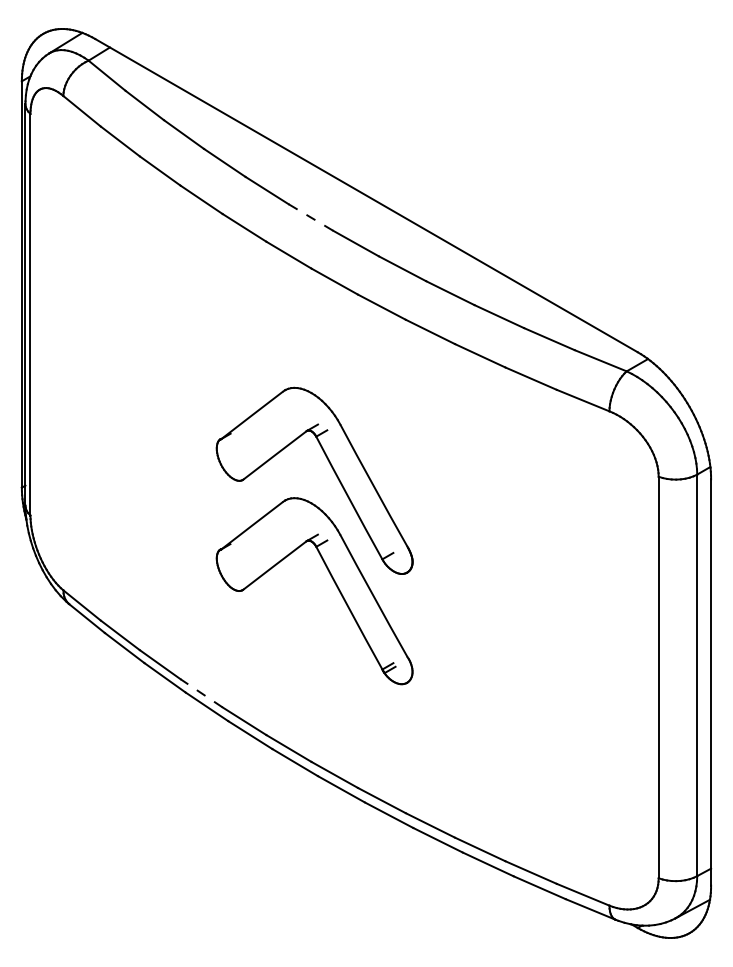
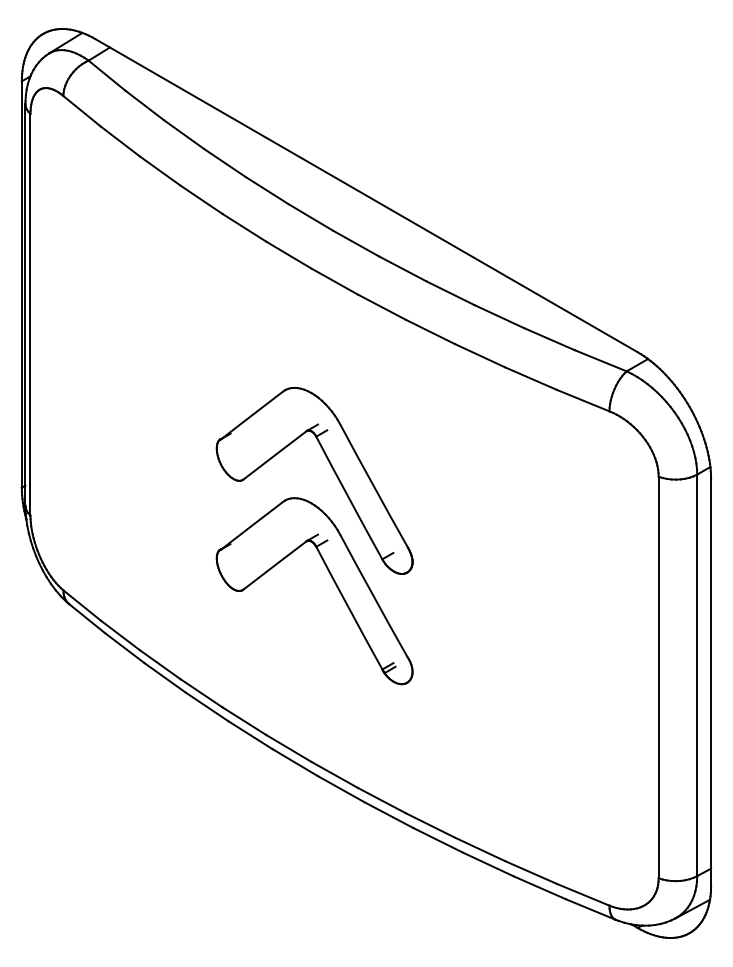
line at (310, 217): dashed -> solid
line at (201, 693): dashed -> solid
